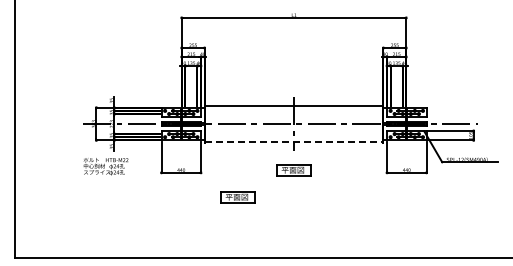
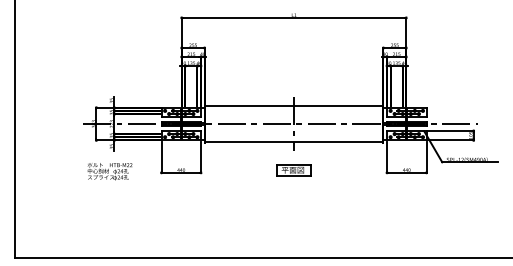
line at (294, 142): dashed -> solid
text at (105, 166) position: (105, 166) -> (109, 171)
part at (237, 197): present -> none
